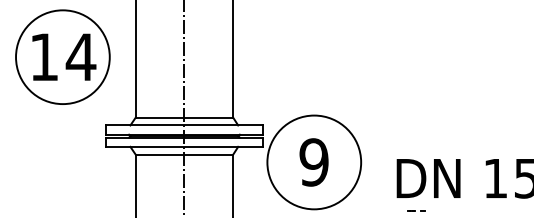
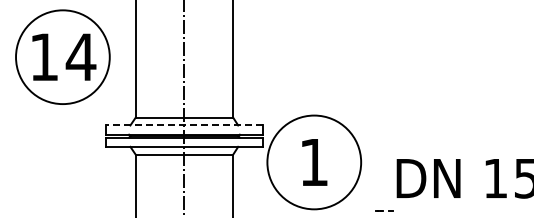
line at (183, 125): solid -> dashed
text at (313, 162): 9 -> 1
line at (415, 210) position: (415, 210) -> (383, 210)
